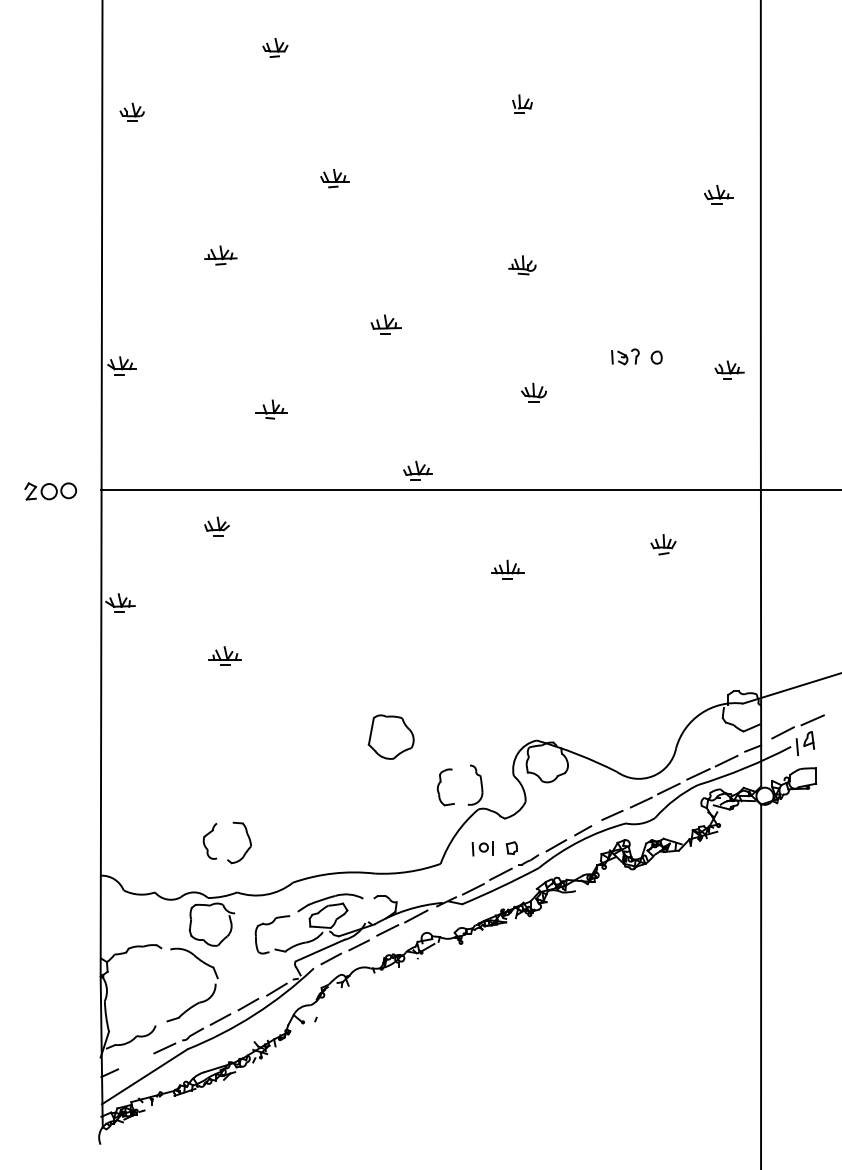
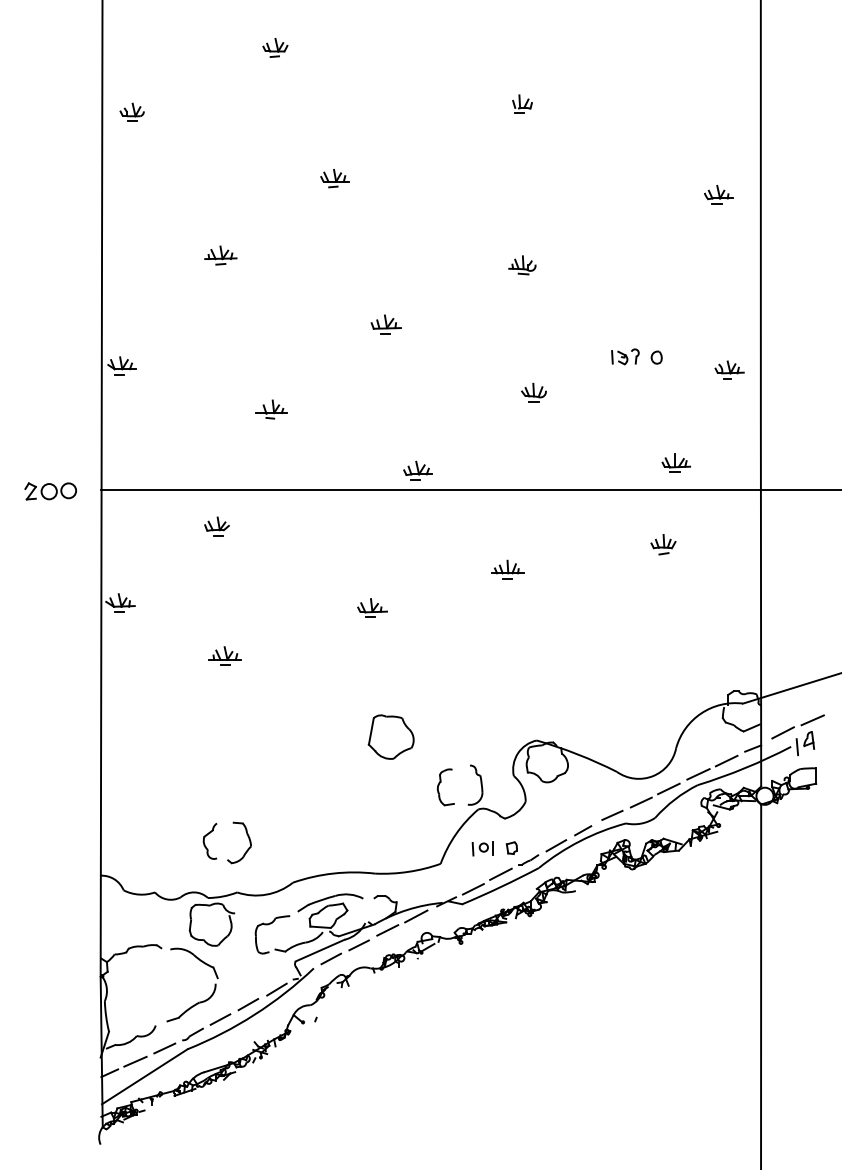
part at (675, 462): none -> present
part at (372, 607): none -> present
line at (135, 1061): none -> present
